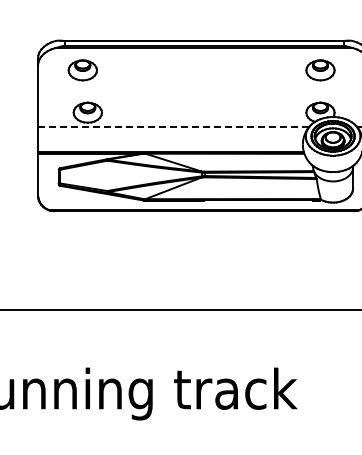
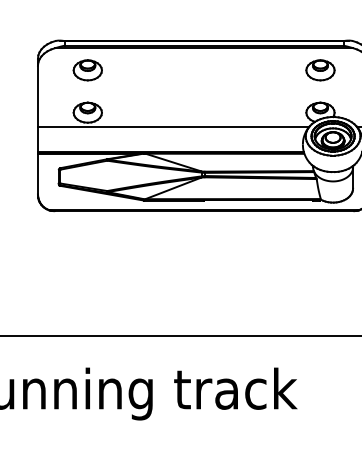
part at (82, 70) position: (82, 70) -> (87, 70)
line at (173, 126): dashed -> solid
line at (180, 309) position: (180, 309) -> (180, 335)
